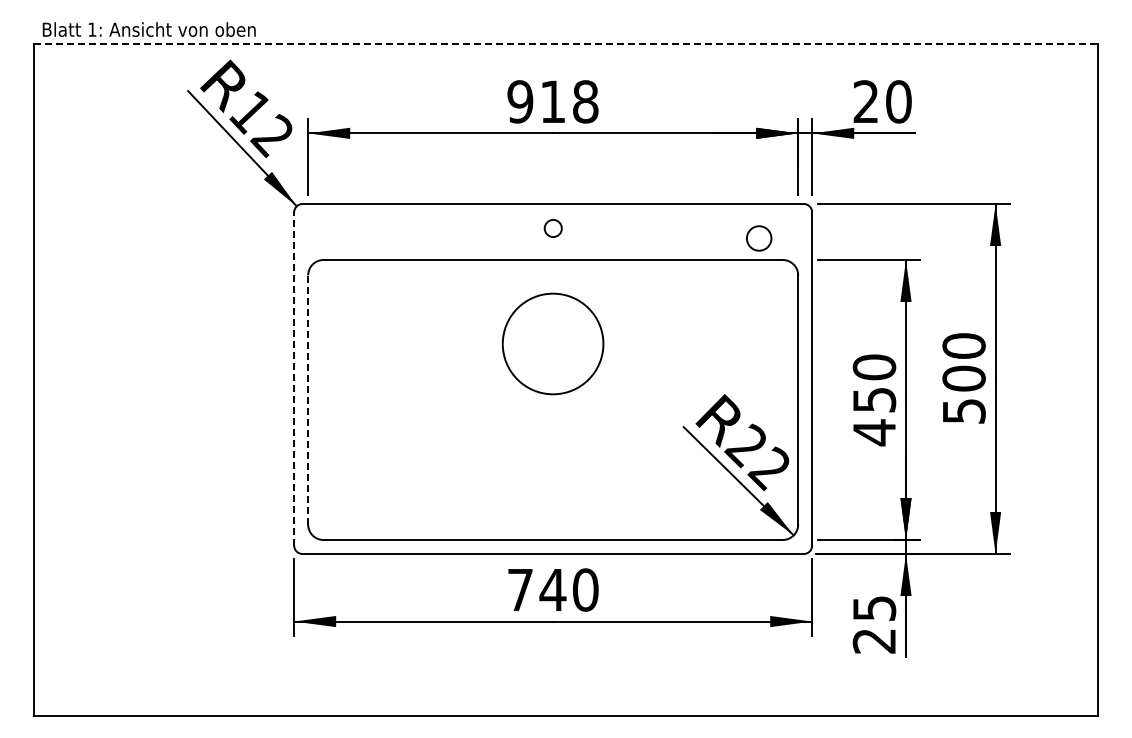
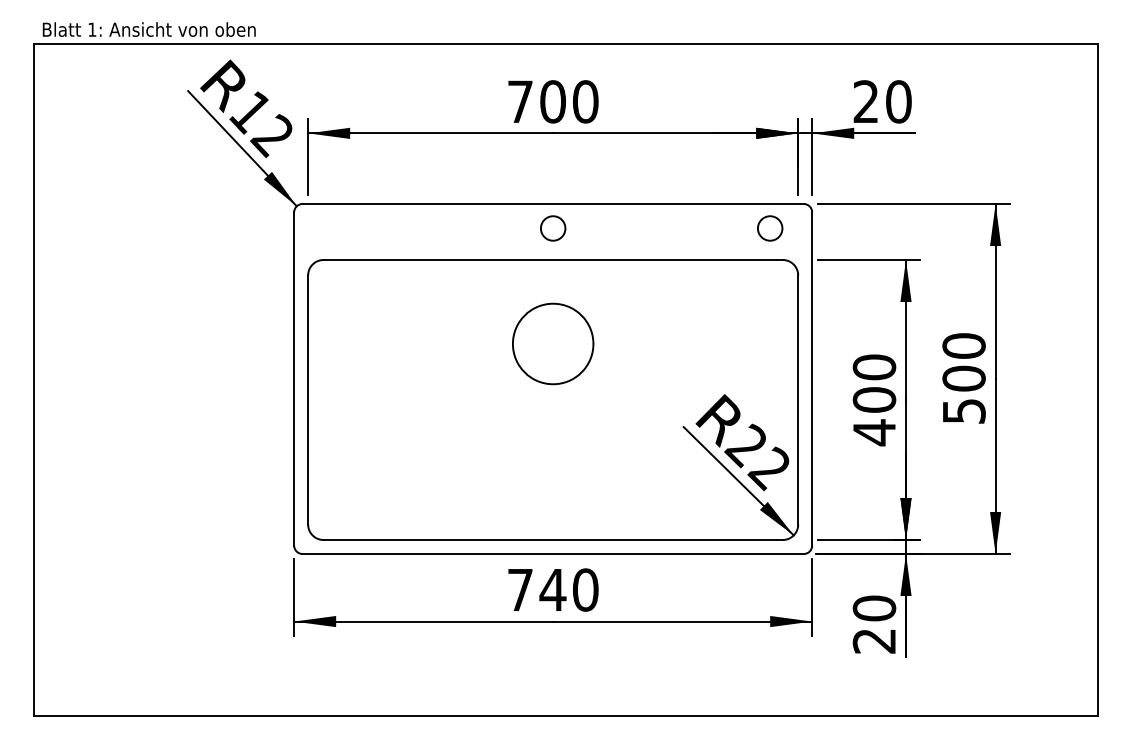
line at (566, 43): dashed -> solid
text at (552, 101): 918 -> 700
circle at (552, 228) size: 20x19 px -> 27x27 px
circle at (759, 238) position: (759, 238) -> (770, 228)
circle at (552, 343) size: 104x104 px -> 83x84 px
line at (294, 379): dashed -> solid
text at (874, 399): 450 -> 400
line at (308, 400): dashed -> solid
text at (874, 608): 25 -> 20
